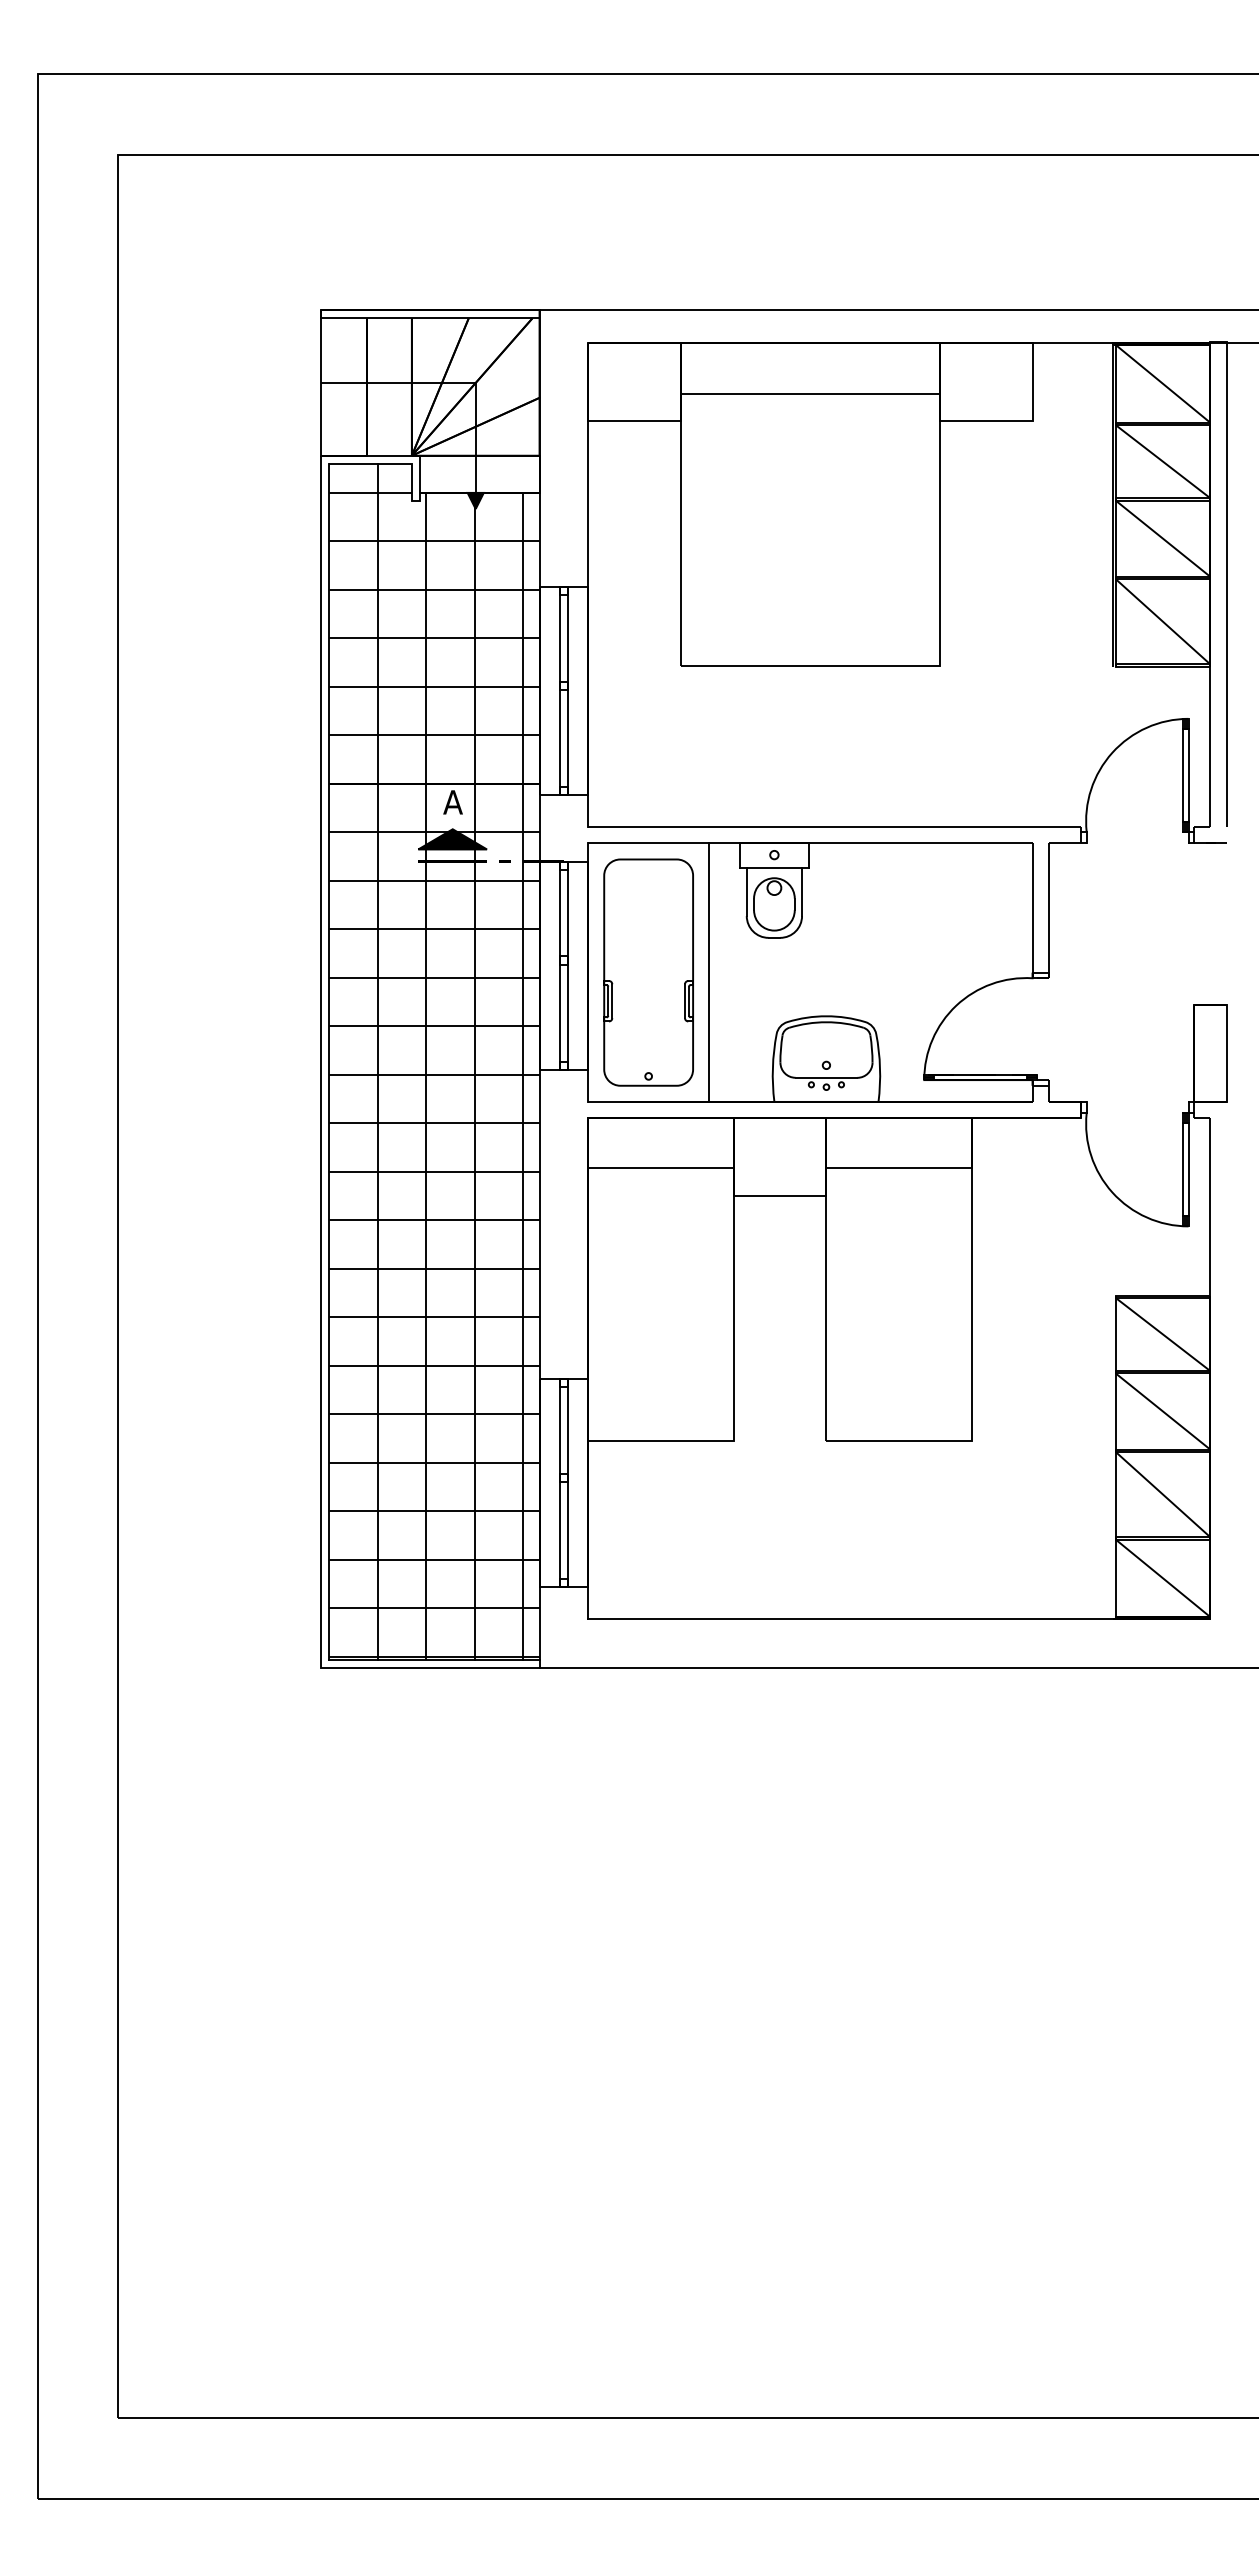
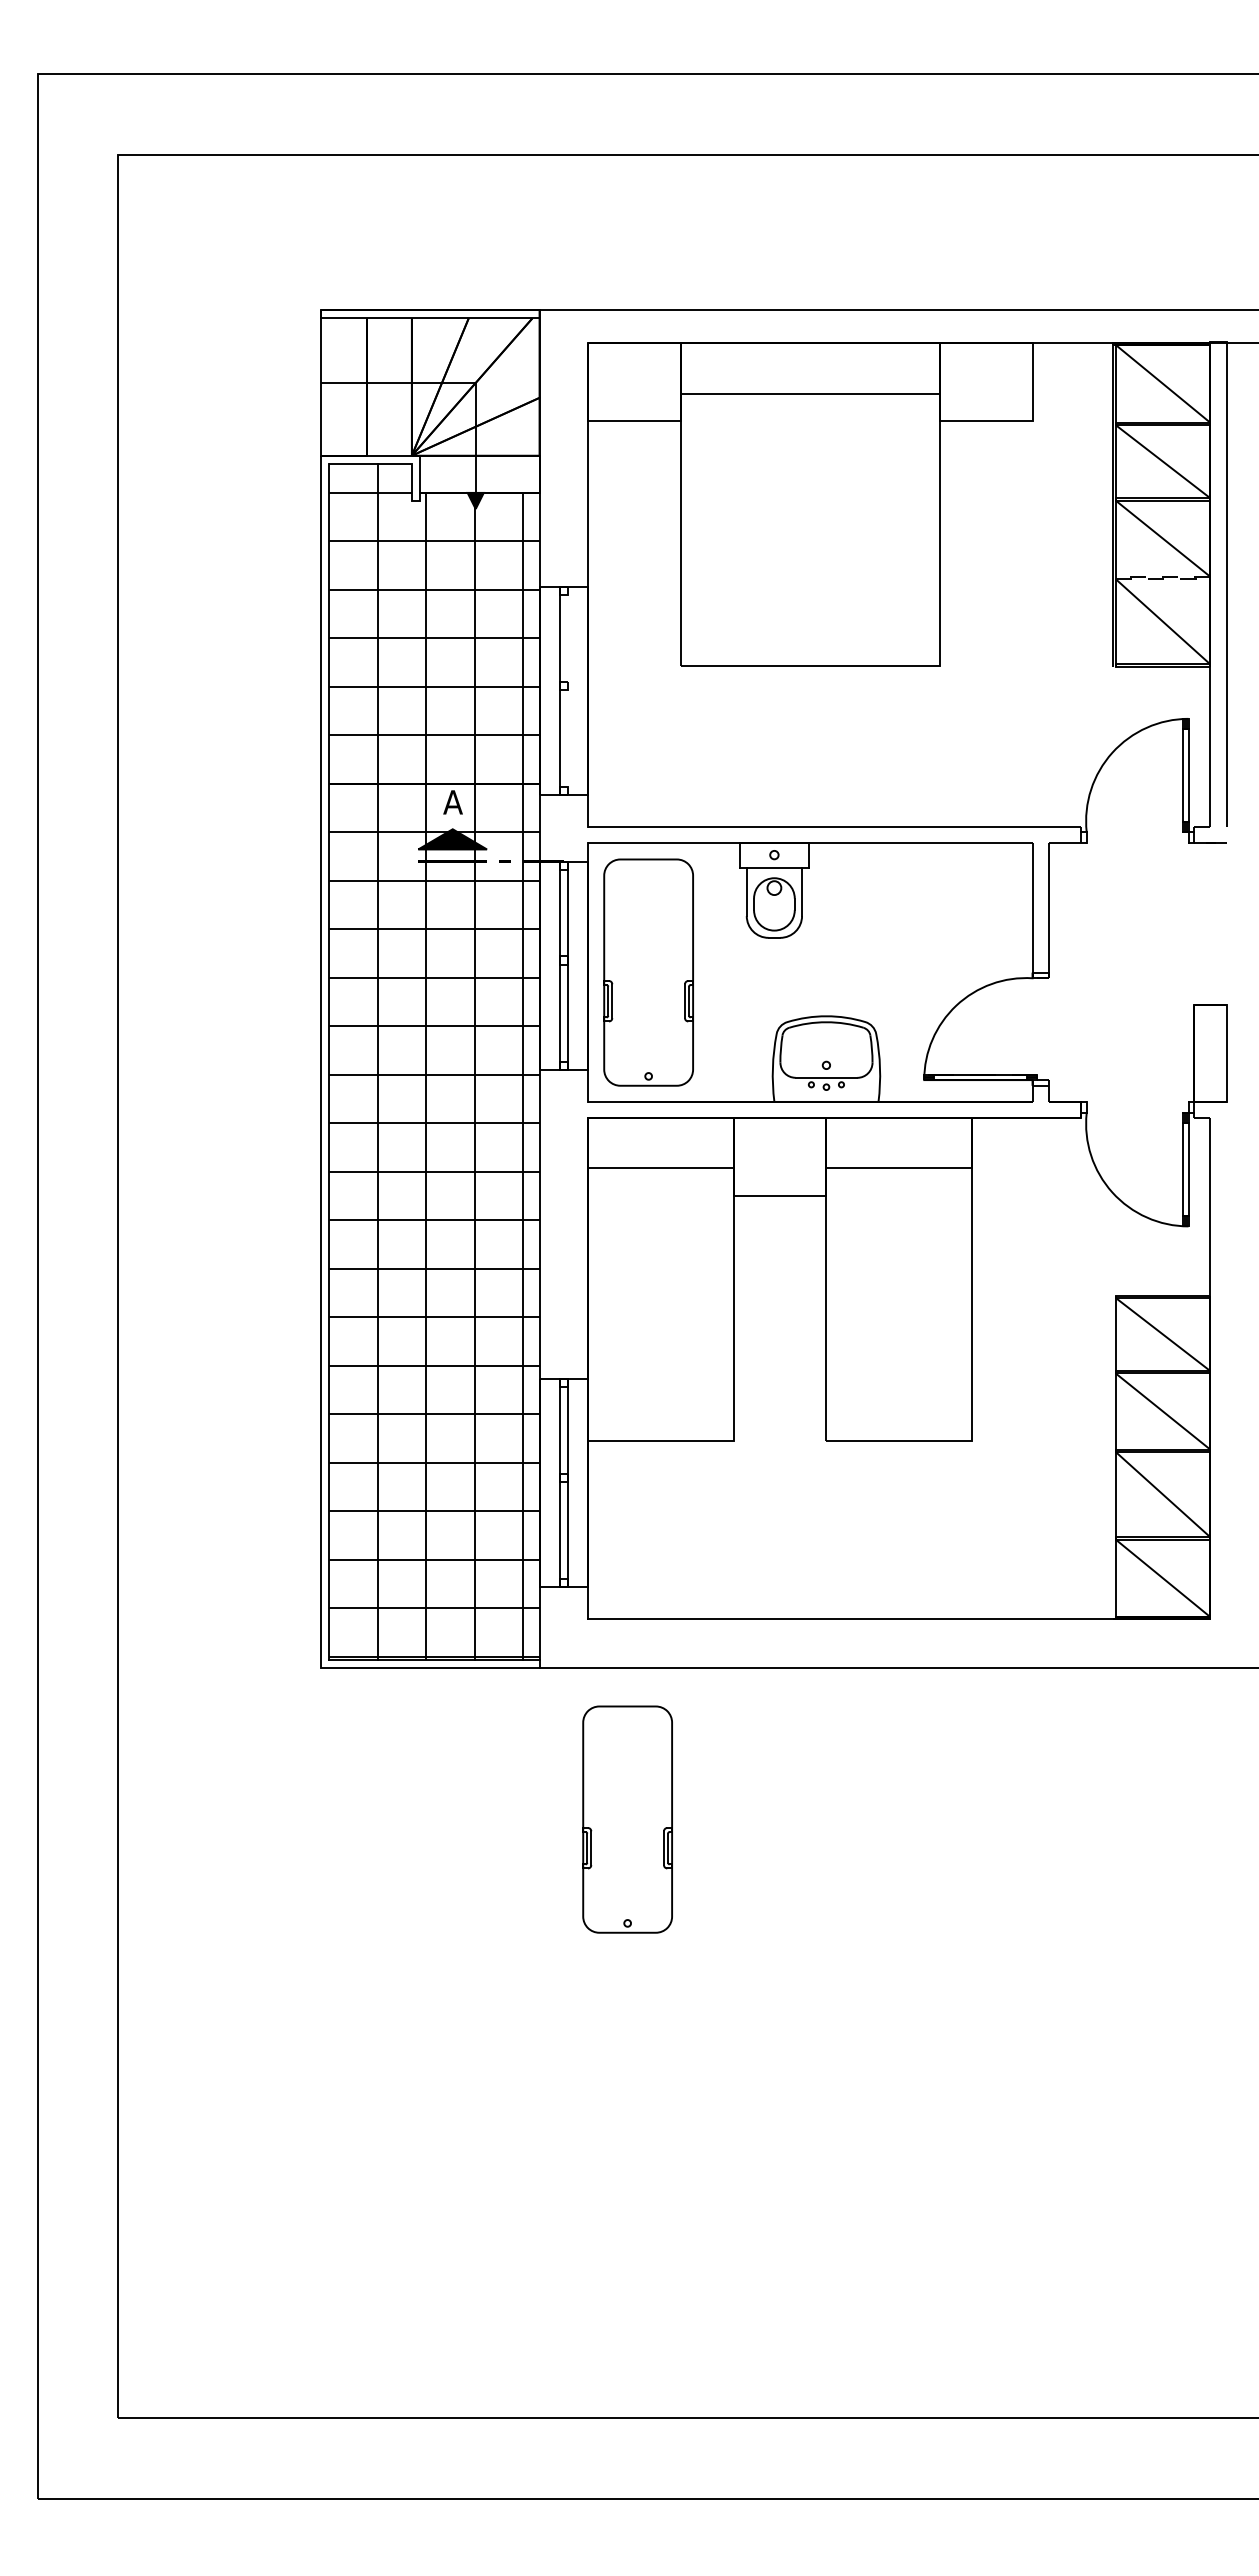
line at (1115, 578): solid -> dashed
line at (567, 690): present -> none
line at (709, 972): present -> none
part at (627, 1819): none -> present
